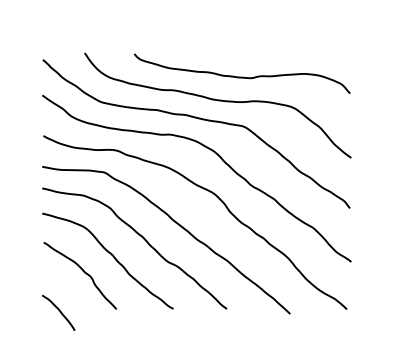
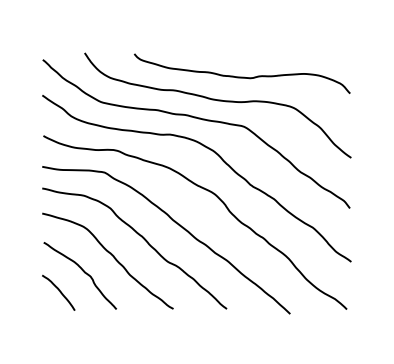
curve at (59, 312) position: (59, 312) -> (59, 292)
